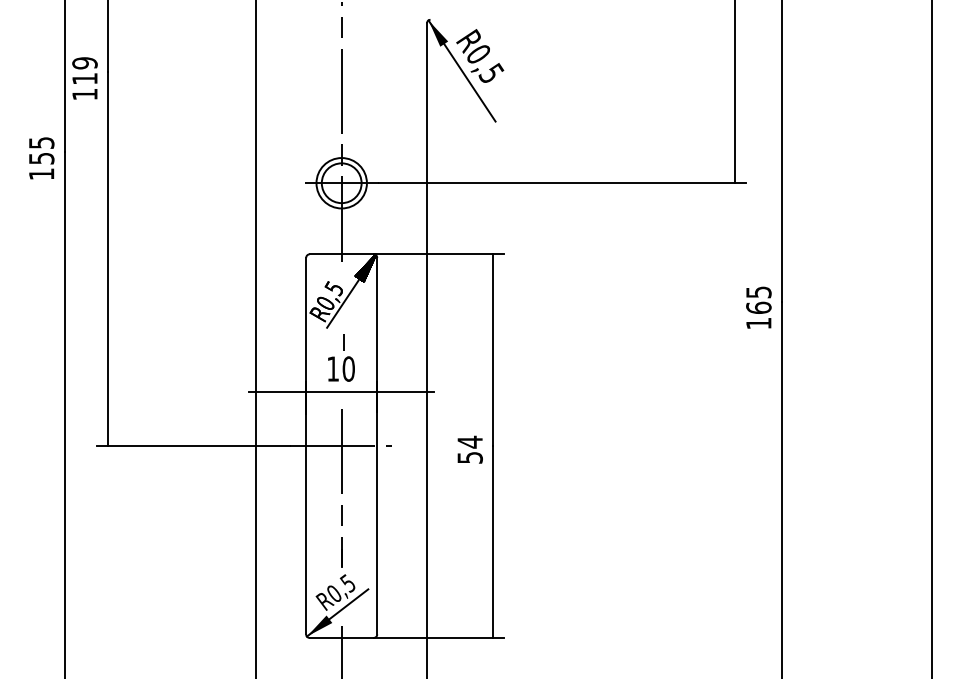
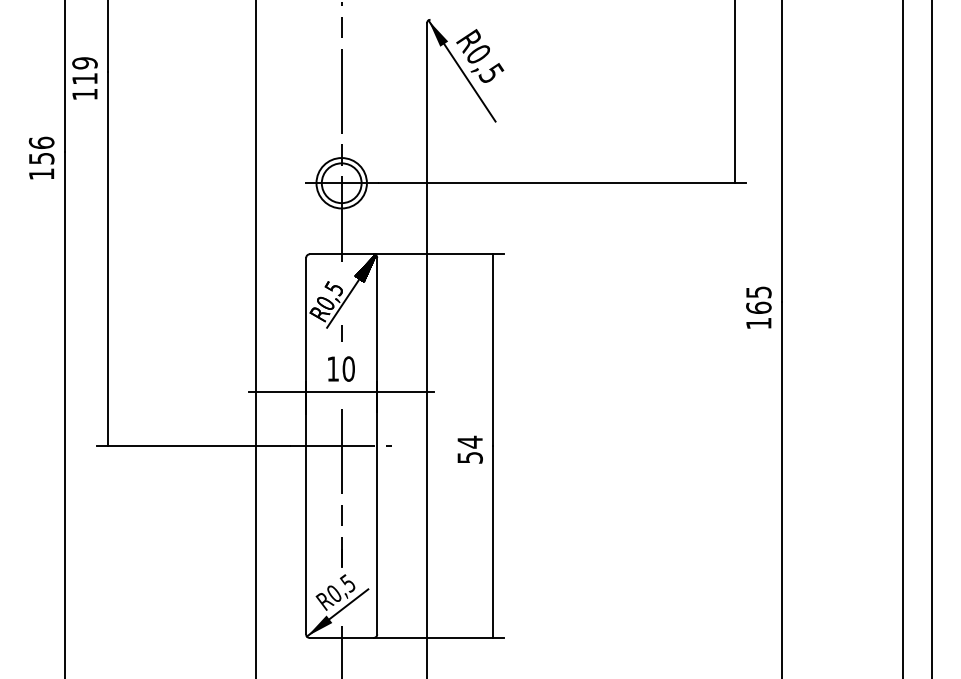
text at (41, 142): 155 -> 156
line at (903, 338): none -> present
line at (343, 342) position: (343, 342) -> (341, 333)
